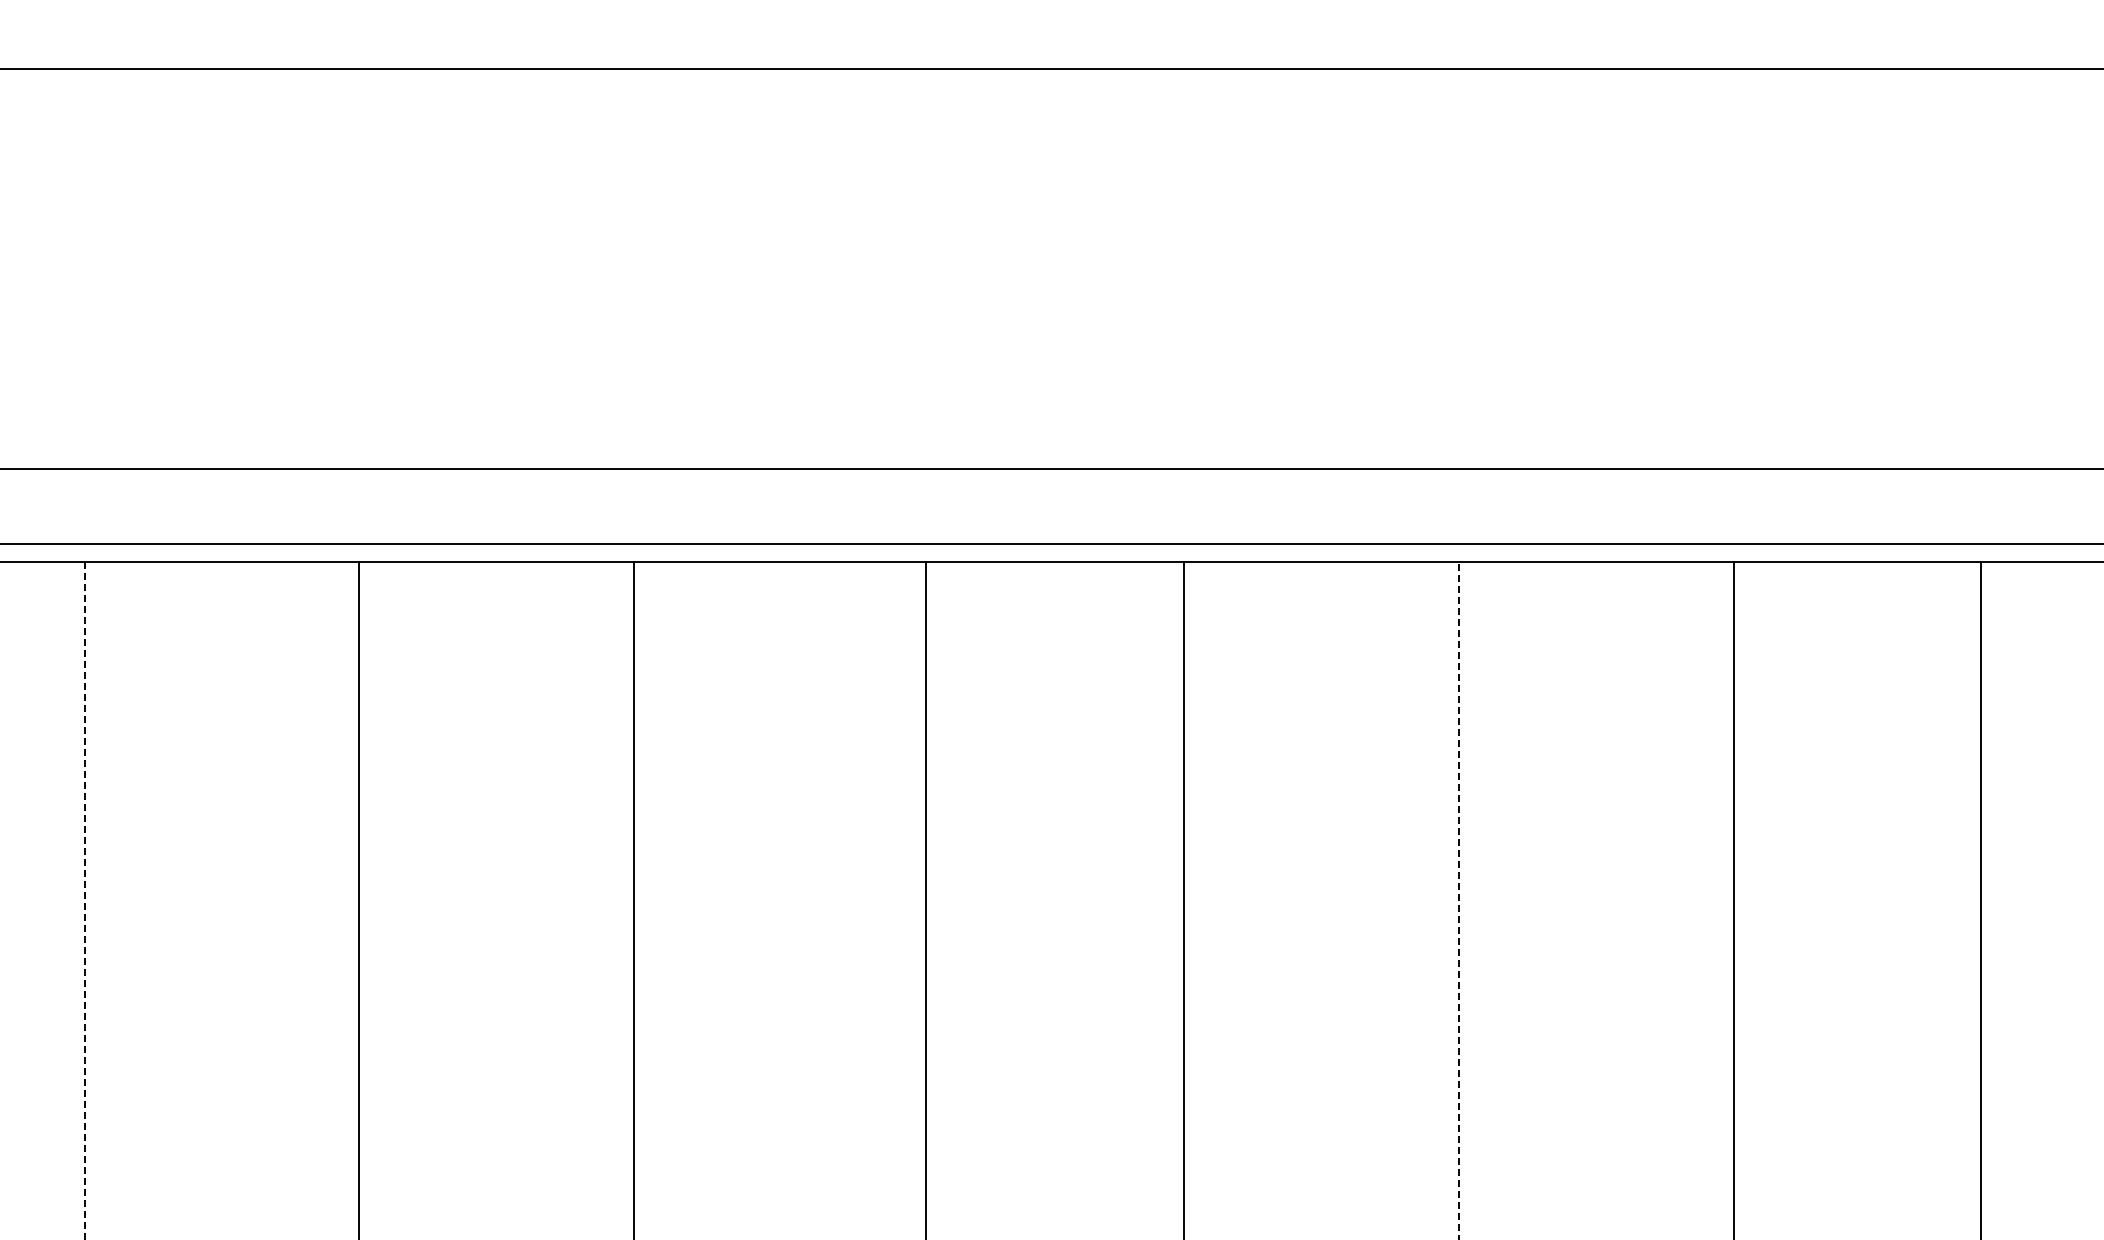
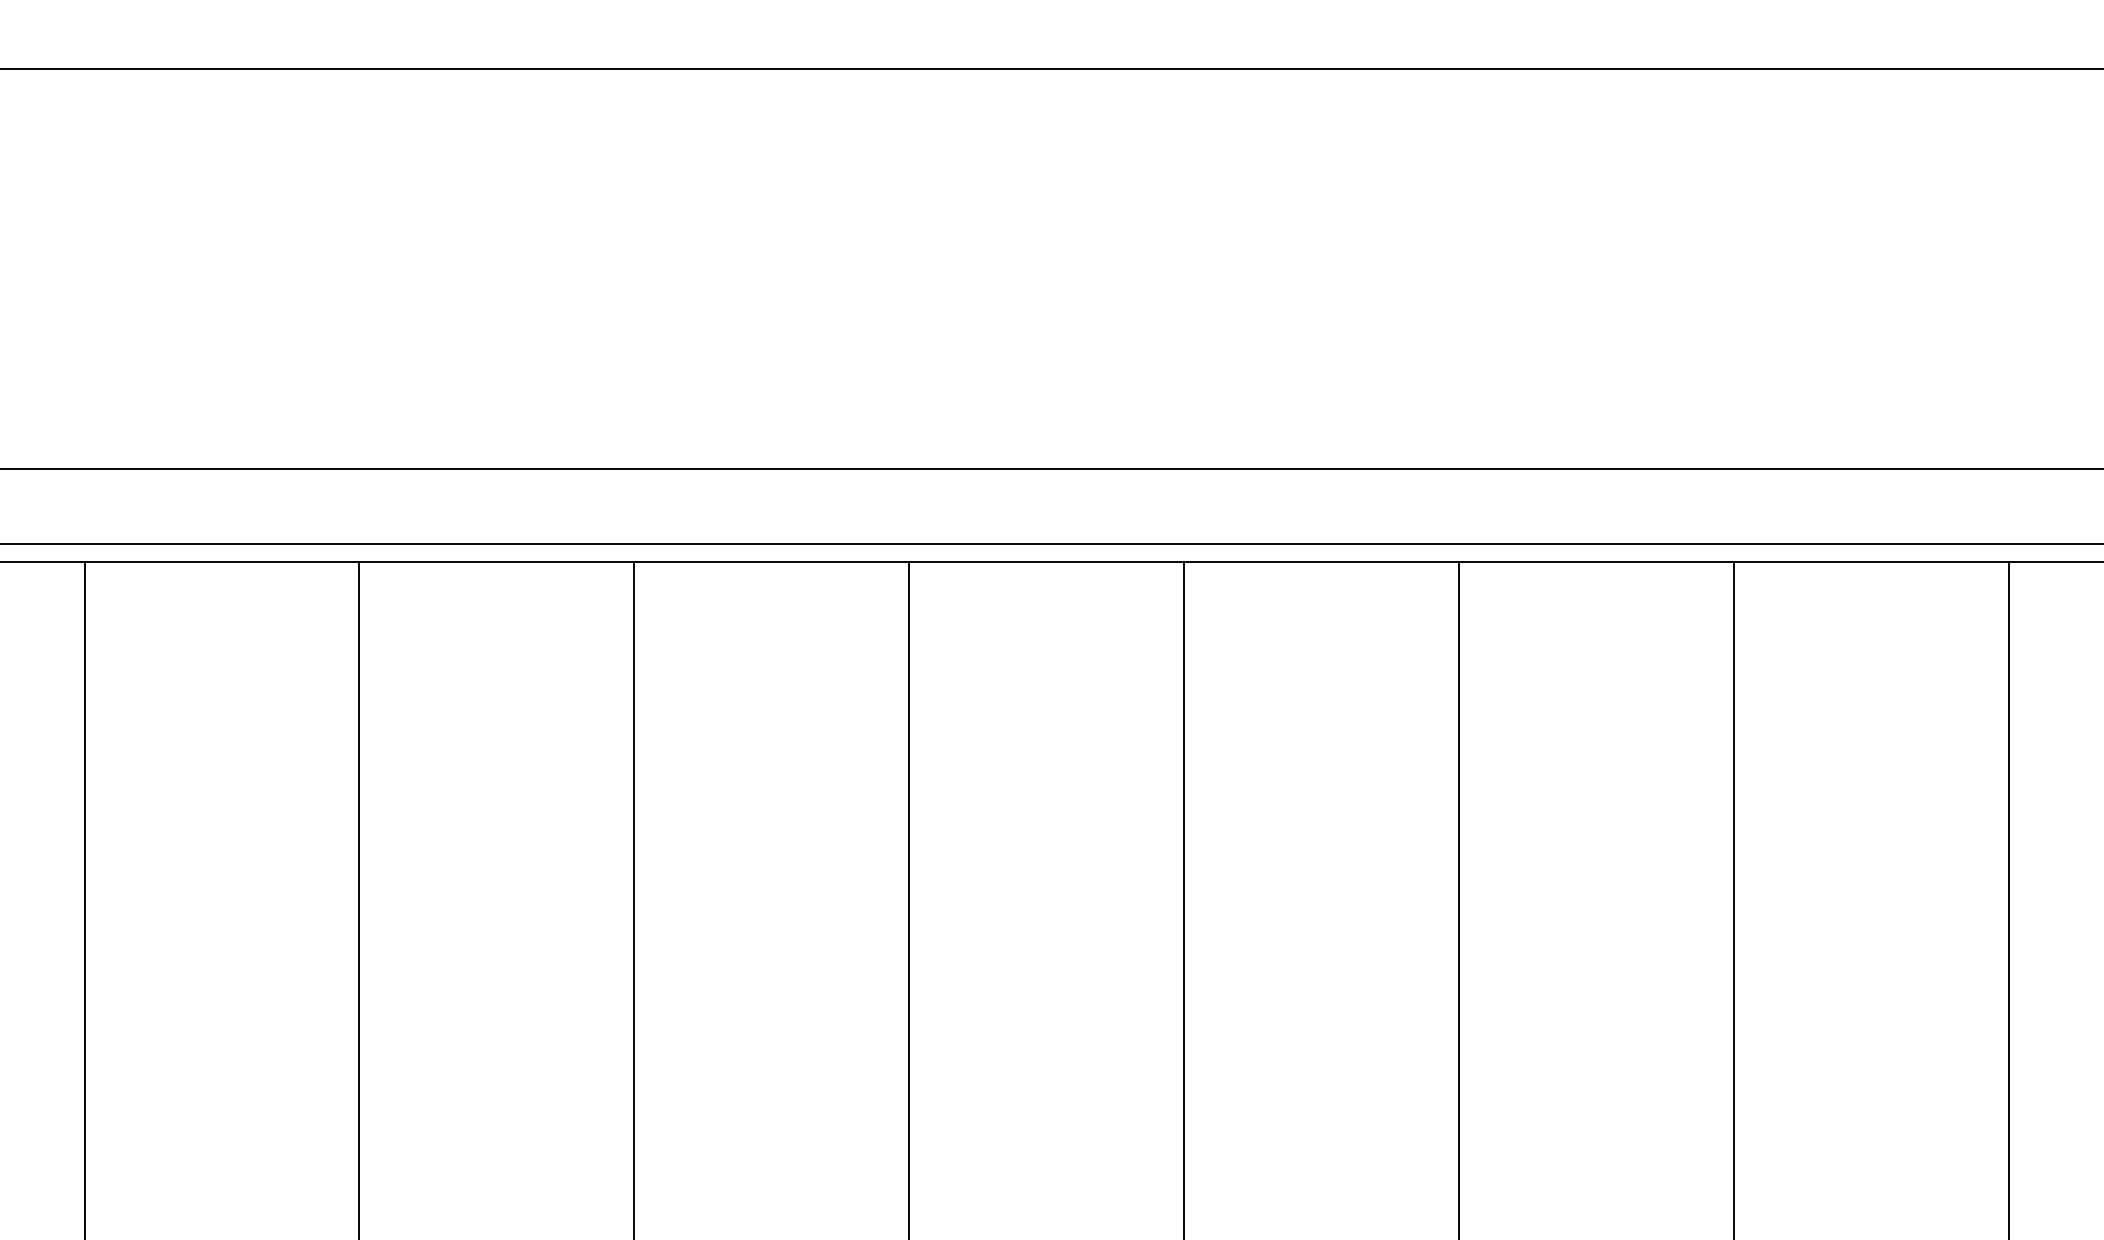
line at (926, 898) position: (926, 898) -> (909, 898)
line at (1981, 898) position: (1981, 898) -> (2009, 898)
line at (84, 900): dashed -> solid
line at (1459, 900): dashed -> solid
